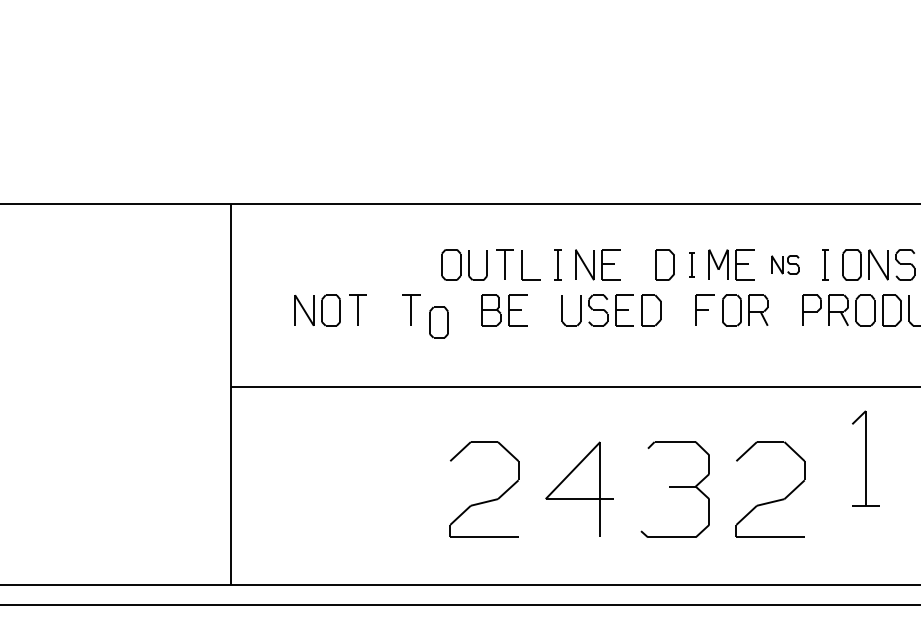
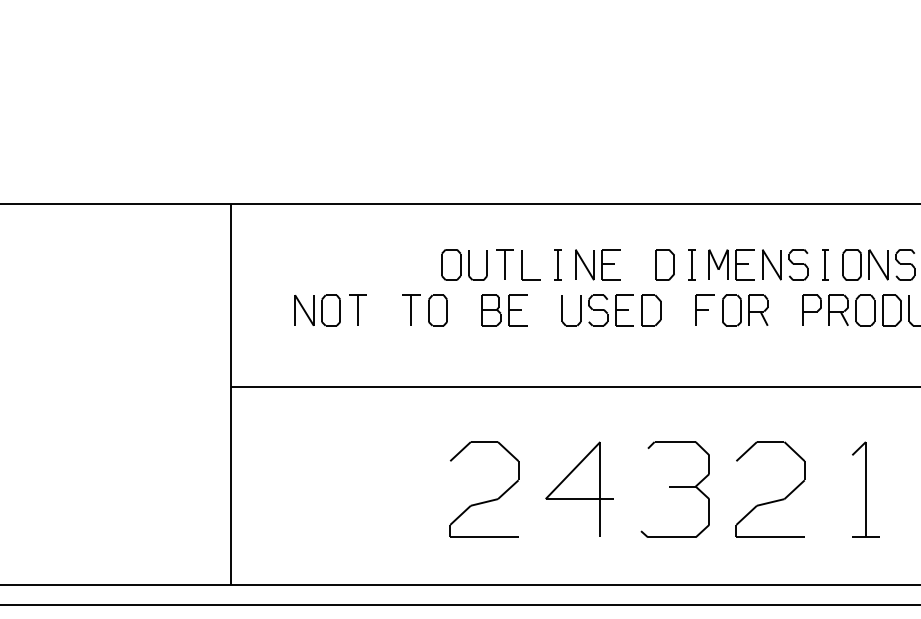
part at (691, 264) size: 6x26 px -> 8x32 px
part at (785, 264) size: 29x20 px -> 47x32 px
part at (438, 322) position: (438, 322) -> (437, 310)
part at (865, 458) position: (865, 458) -> (865, 489)
